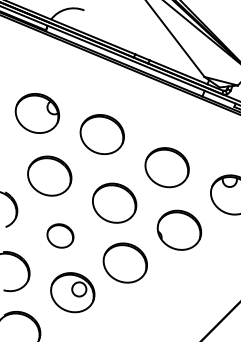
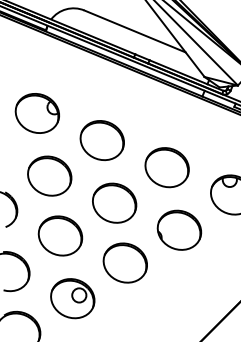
line at (134, 31): none -> present
line at (196, 43): none -> present
part at (101, 134) position: (101, 134) -> (101, 140)
part at (60, 235) size: 29x26 px -> 47x42 px
part at (72, 292) position: (72, 292) -> (72, 298)
